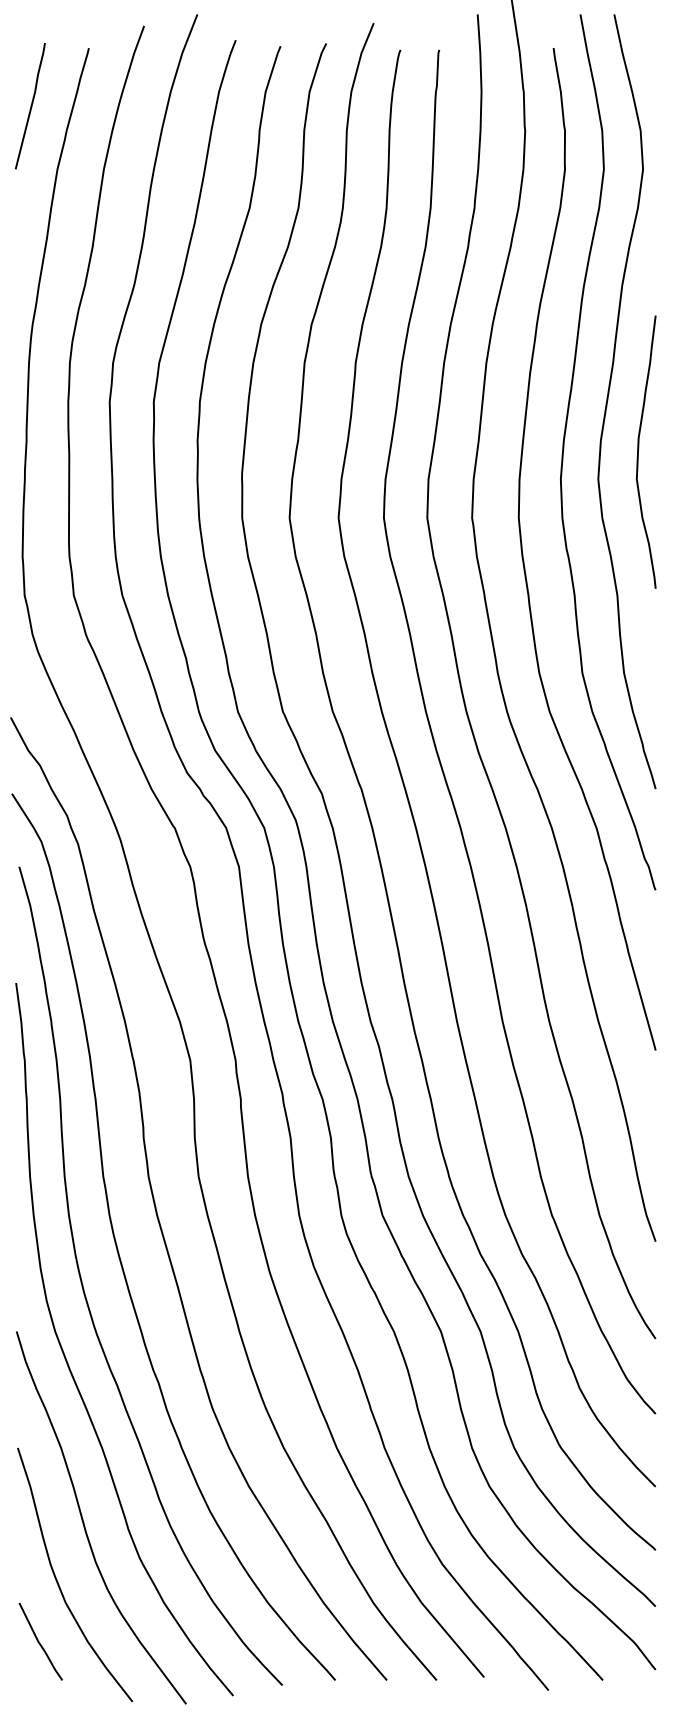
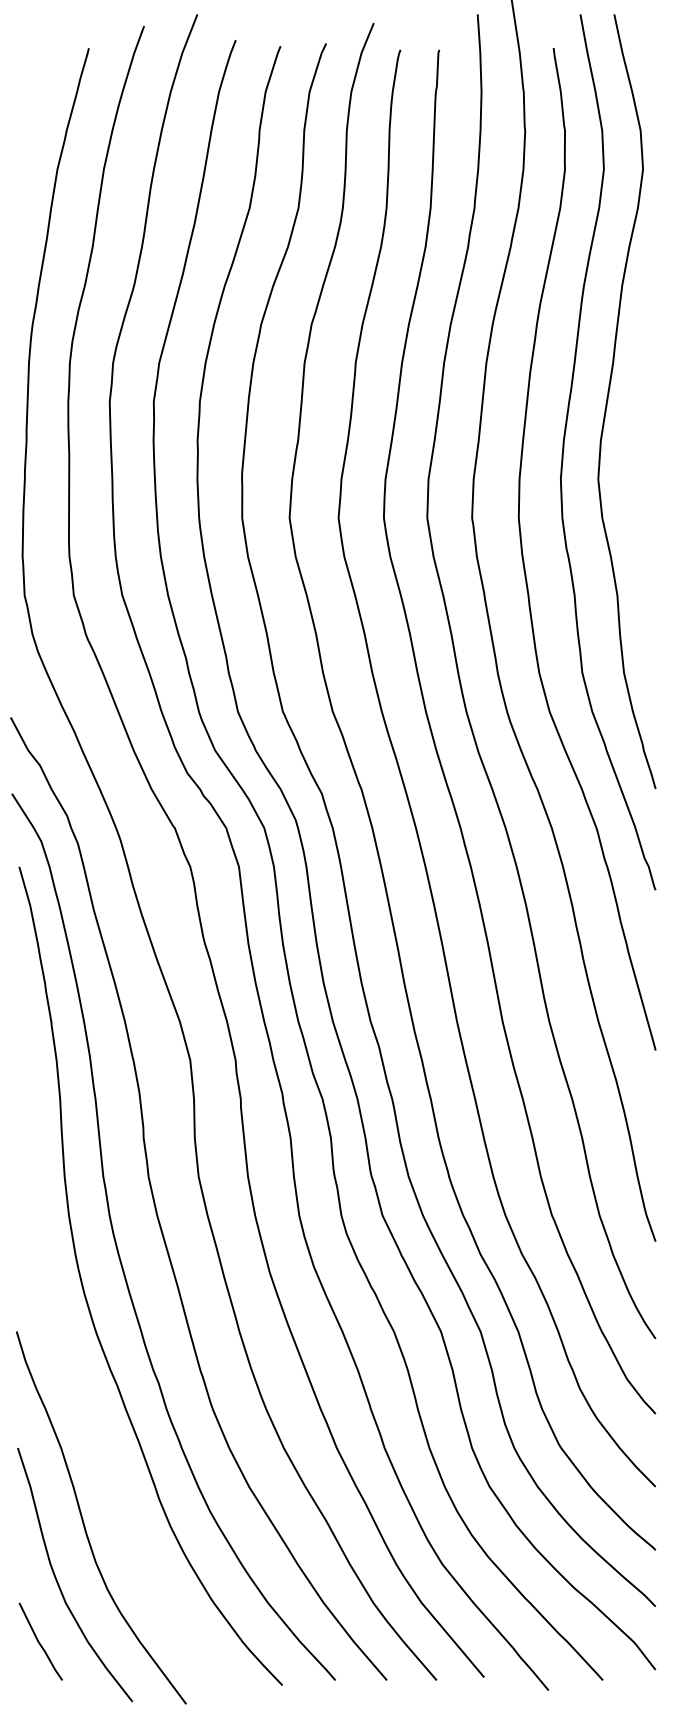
line at (30, 106): present -> none
curve at (639, 448): present -> none
curve at (66, 1357): present -> none
